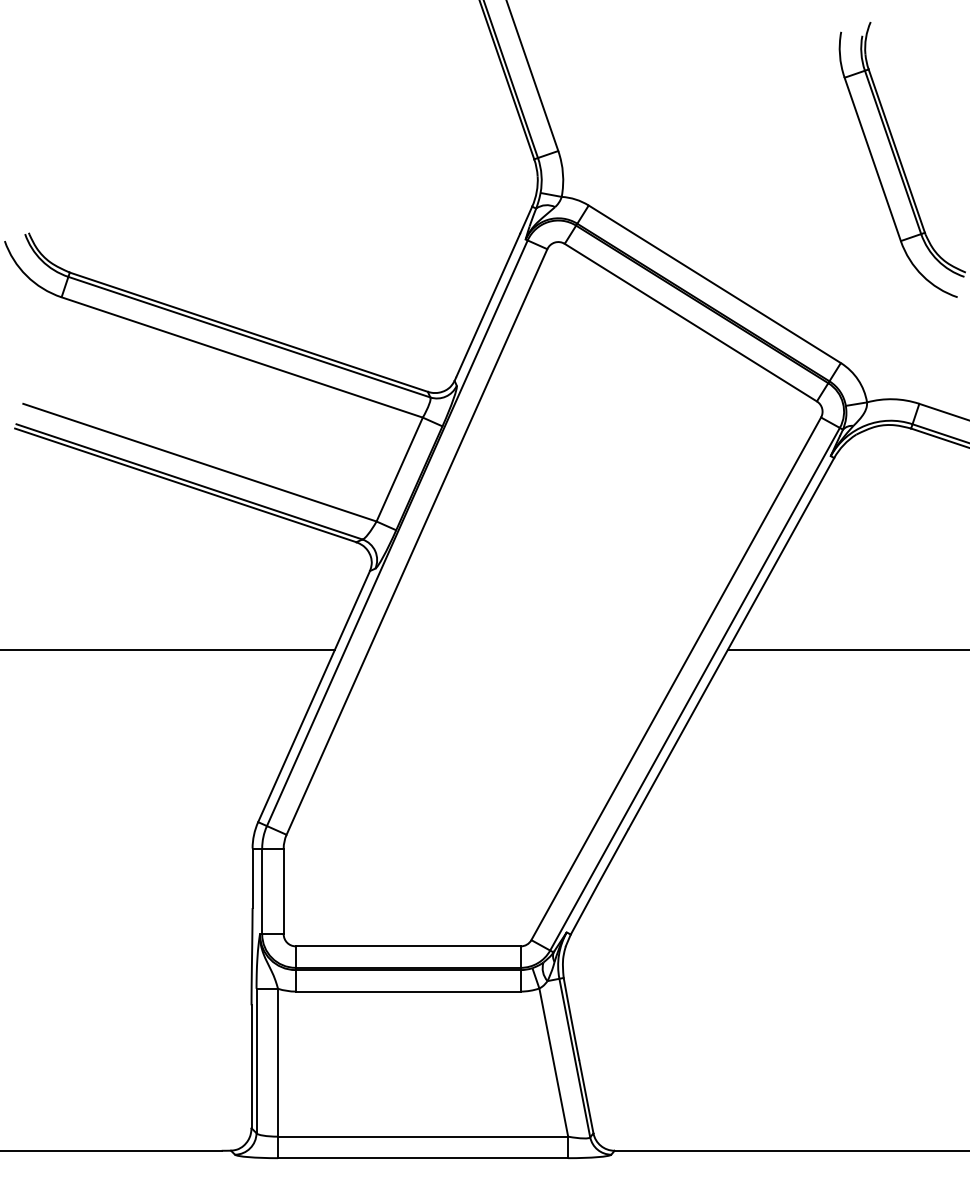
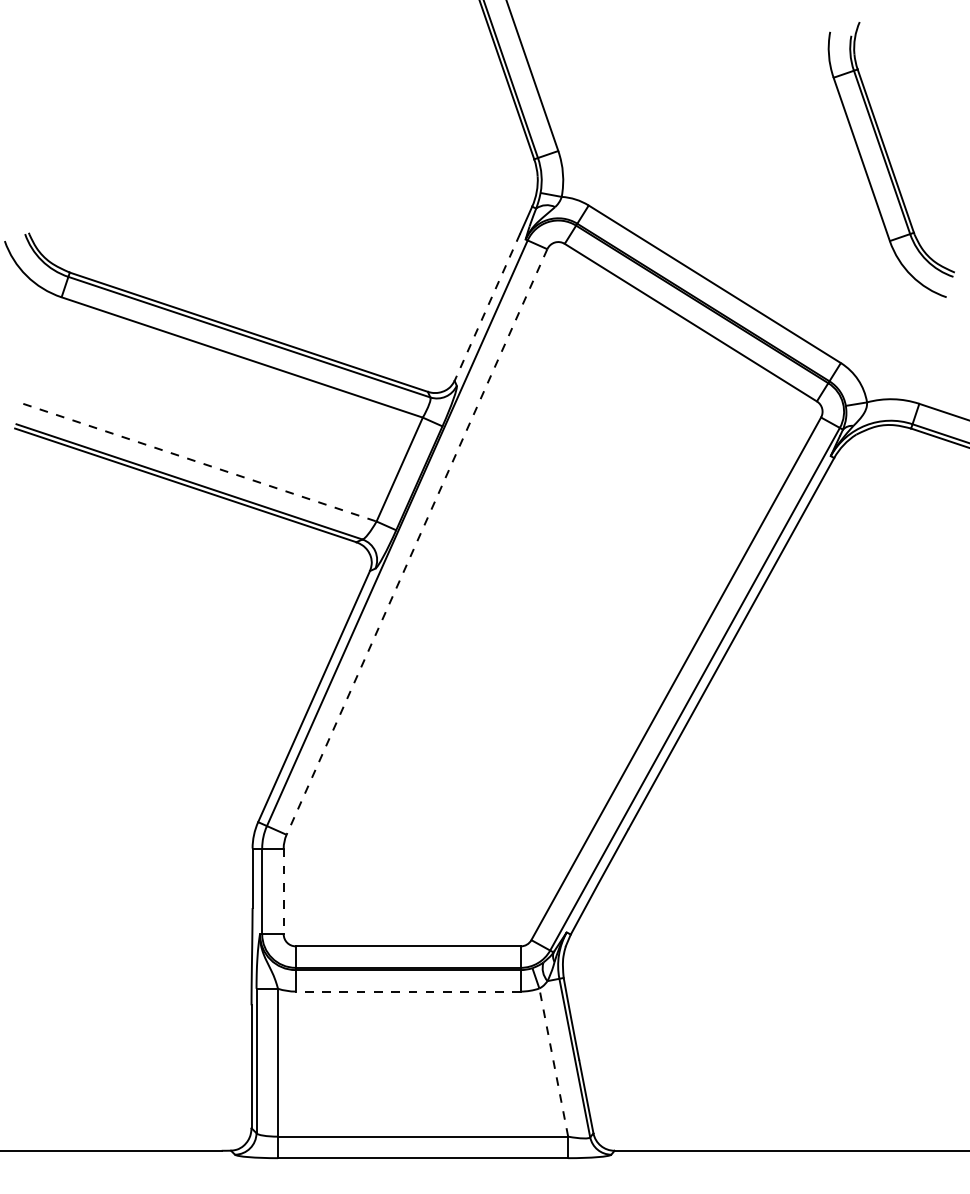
part at (901, 159) position: (901, 159) -> (890, 159)
line at (488, 305): solid -> dashed
line at (200, 462): solid -> dashed
line at (416, 542): solid -> dashed
line at (168, 649): present -> none
line at (846, 649): present -> none
line at (283, 891): solid -> dashed
line at (408, 991): solid -> dashed
line at (553, 1062): solid -> dashed
